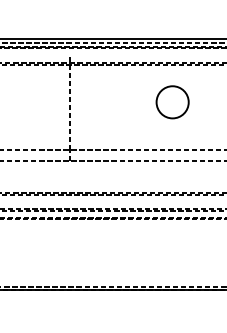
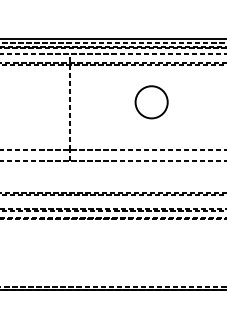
line at (112, 53): none -> present
circle at (172, 102) position: (172, 102) -> (151, 102)
